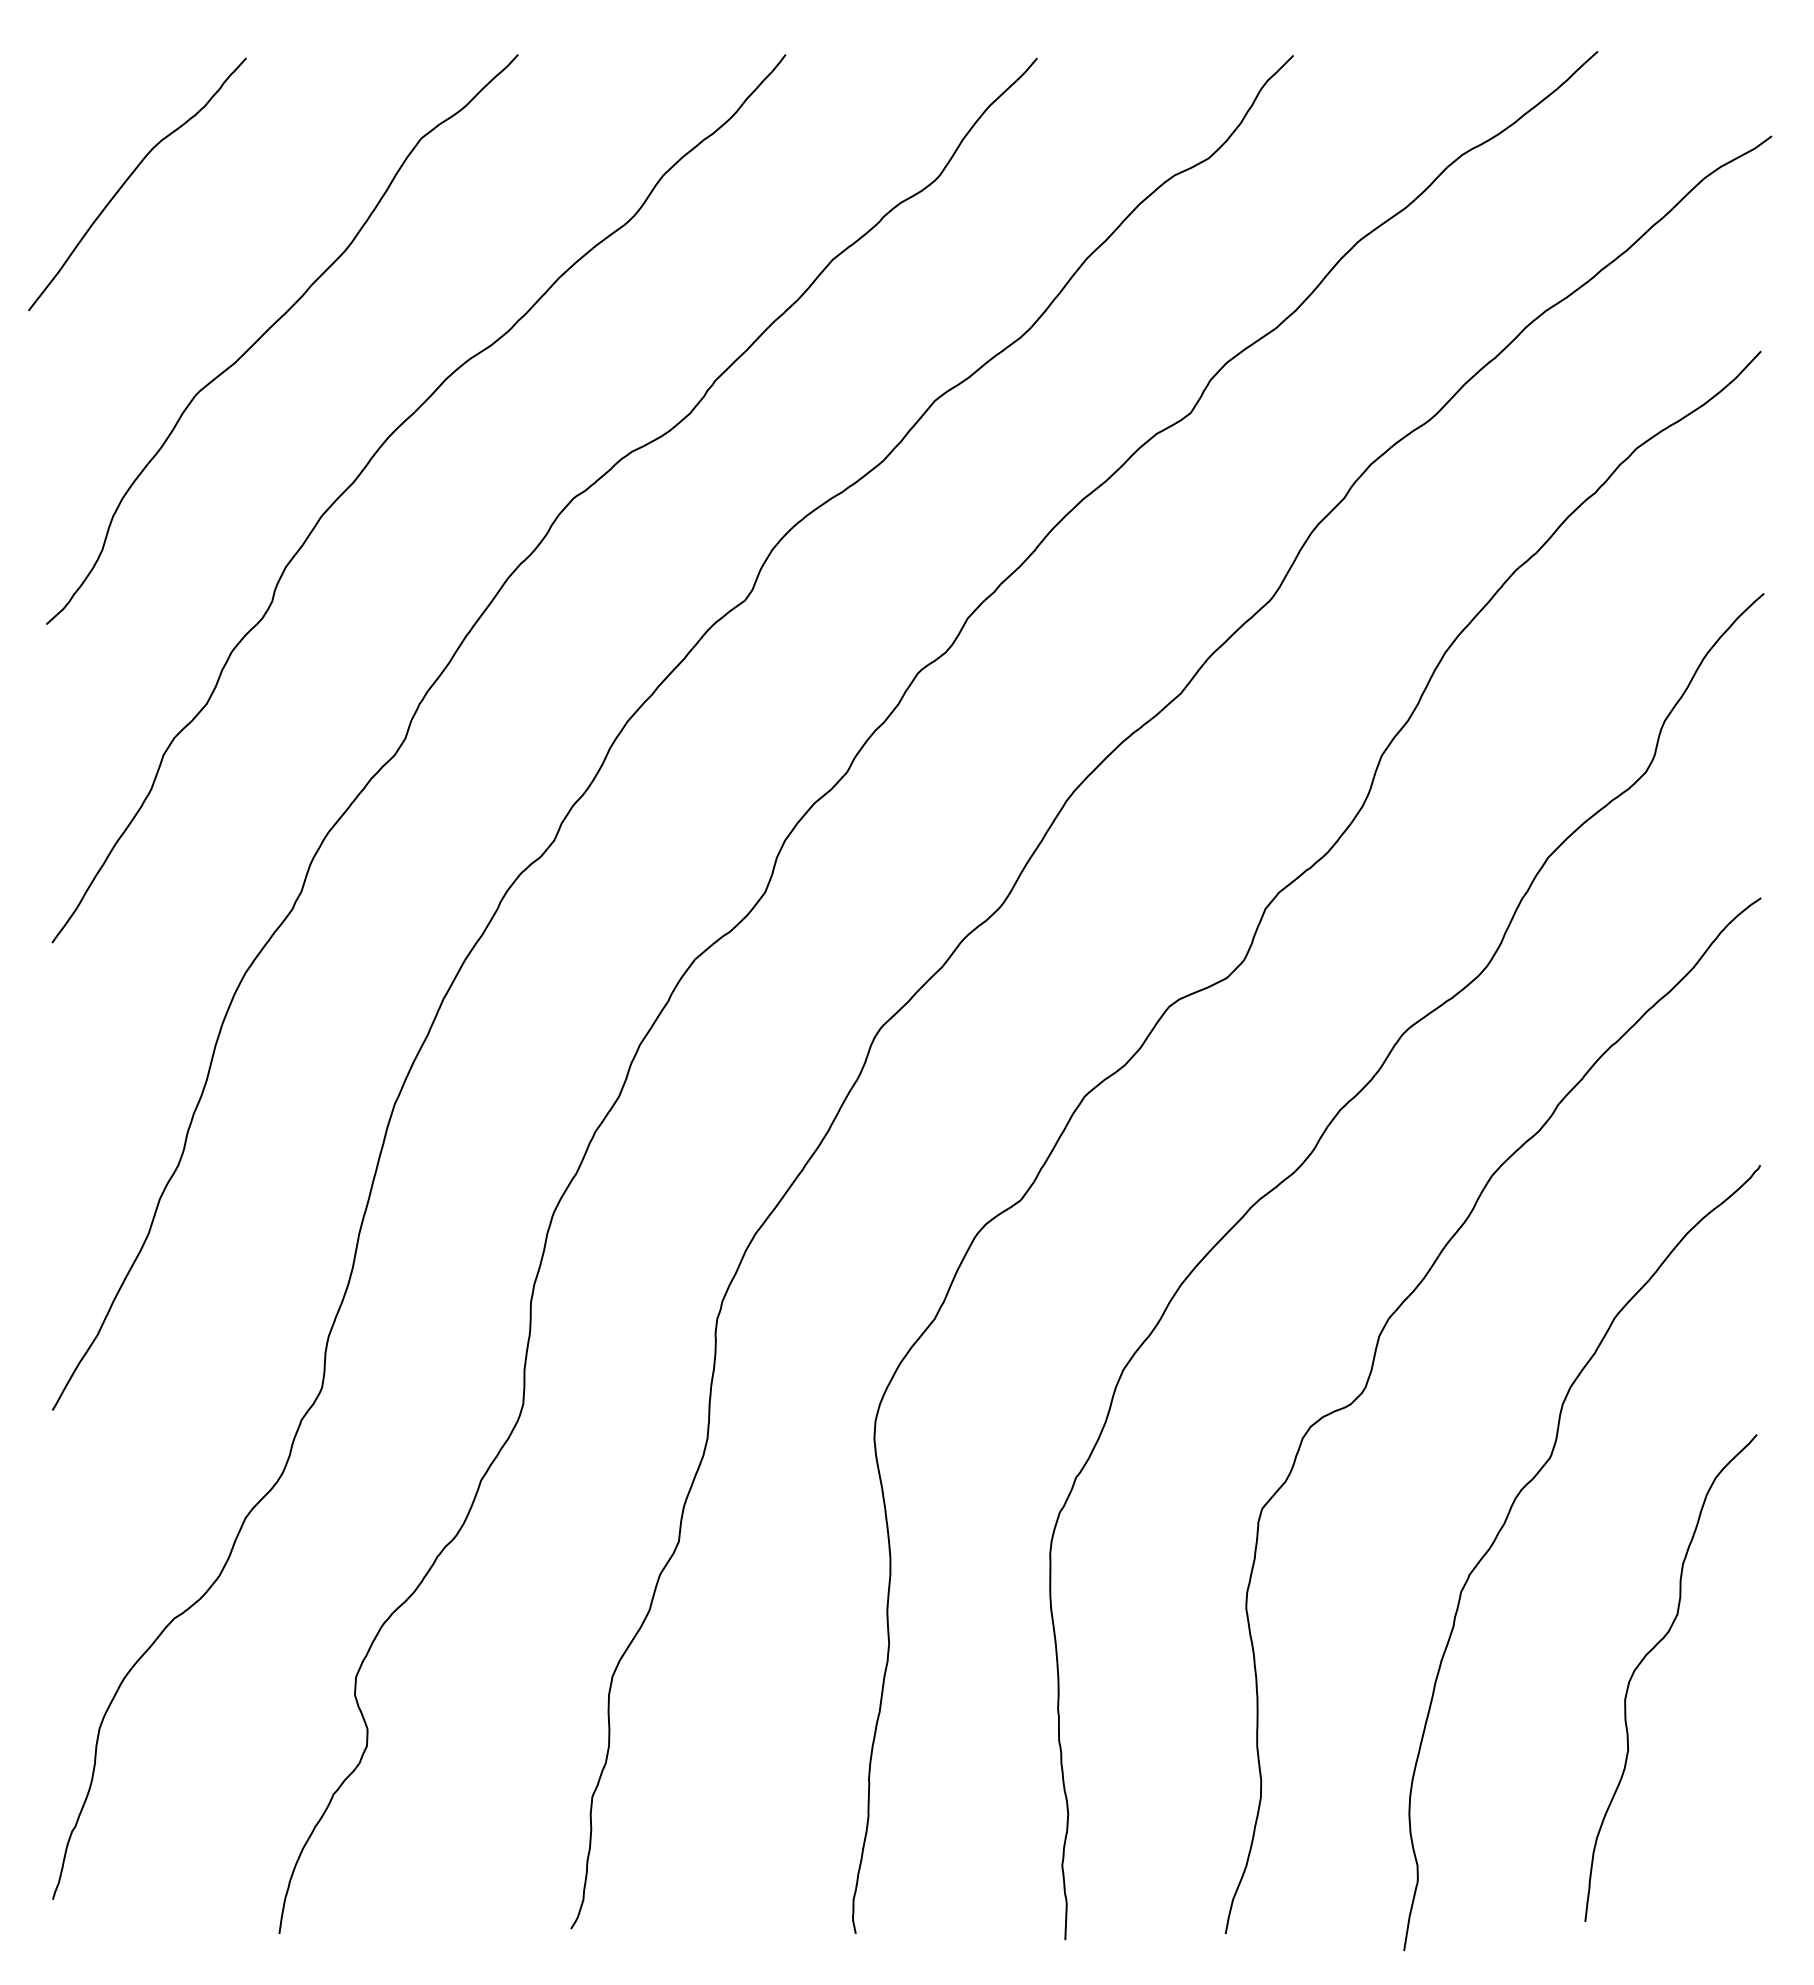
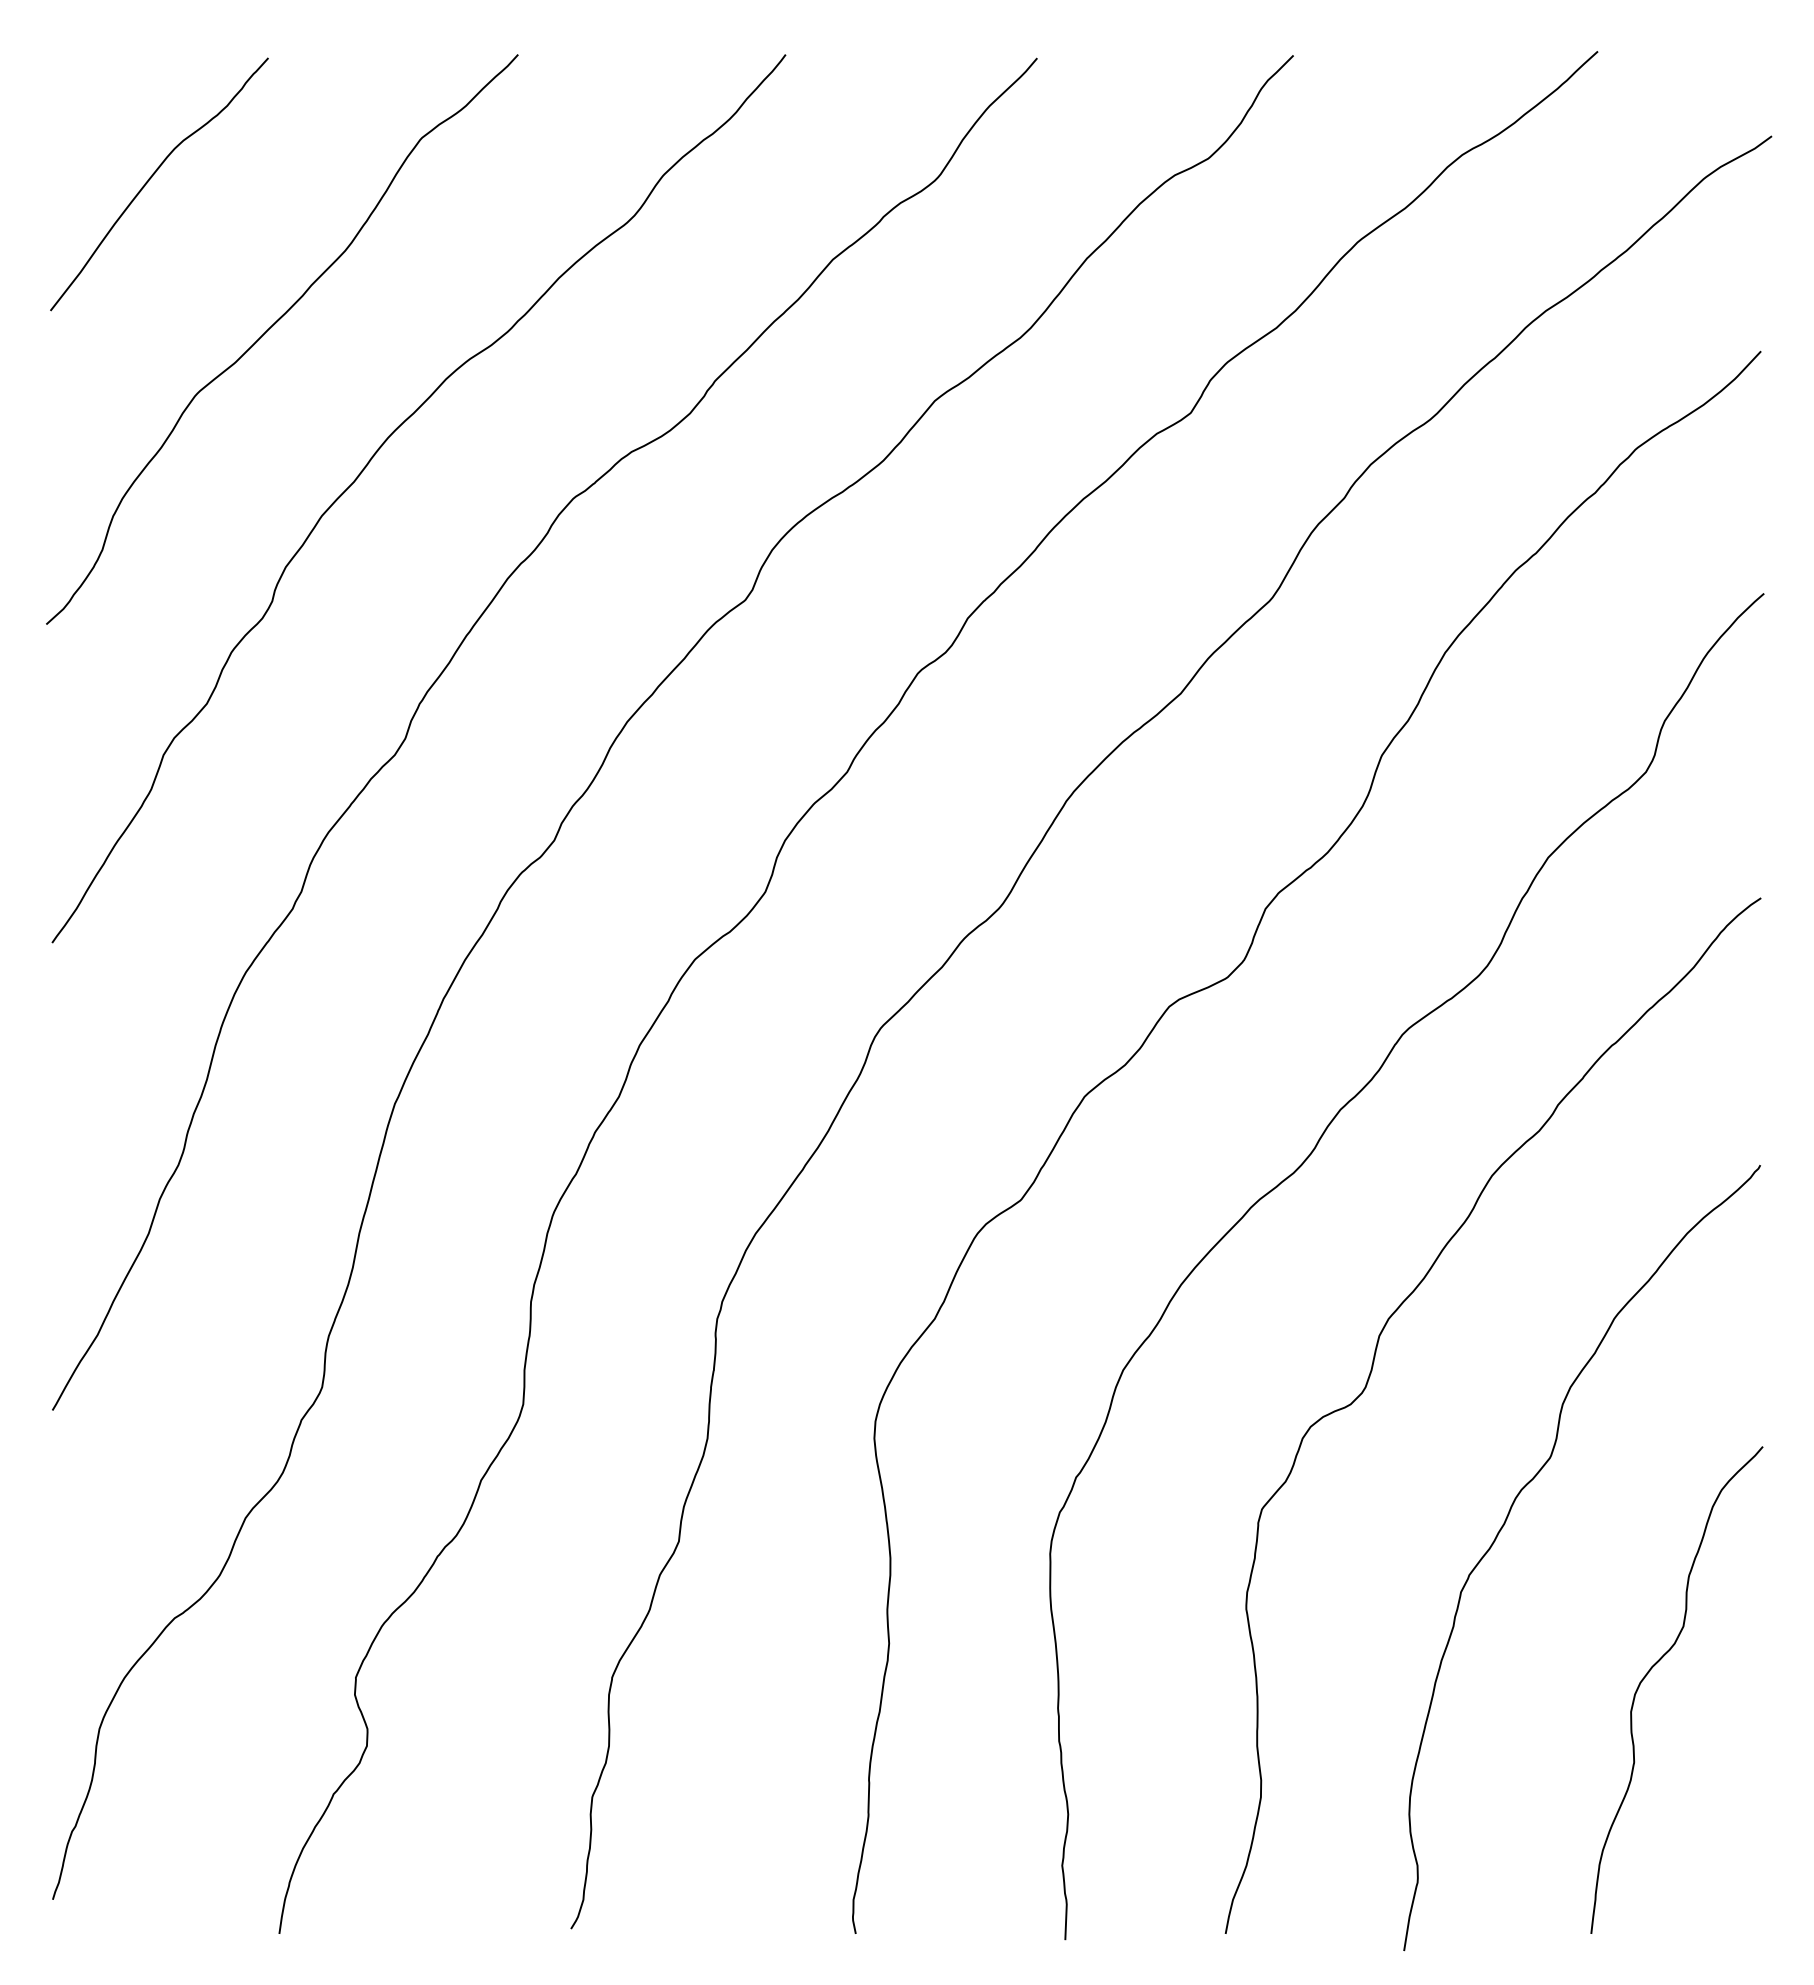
curve at (130, 177) position: (130, 177) -> (152, 177)
curve at (1644, 1659) position: (1644, 1659) -> (1650, 1671)
